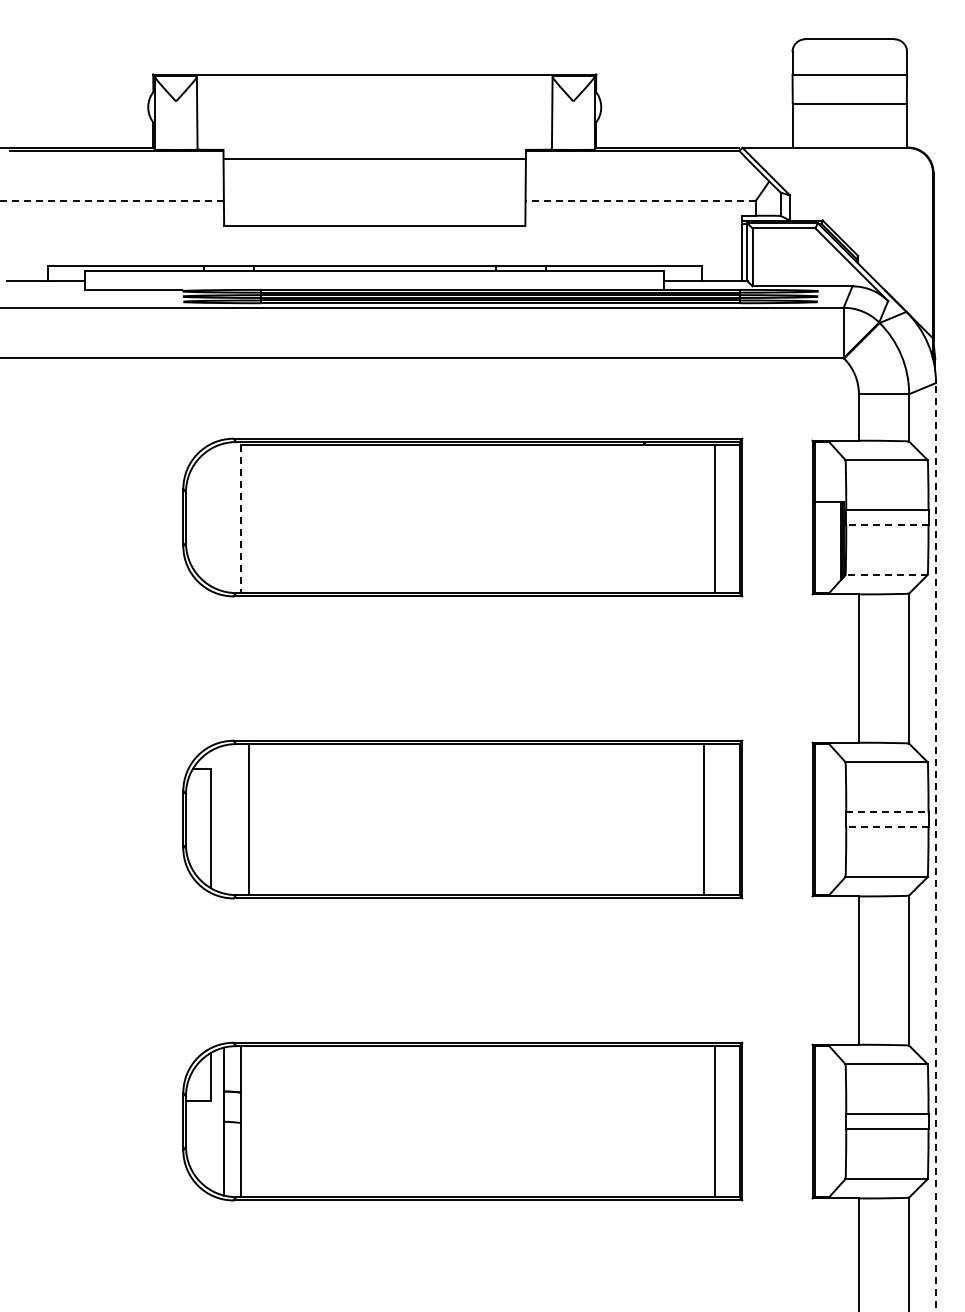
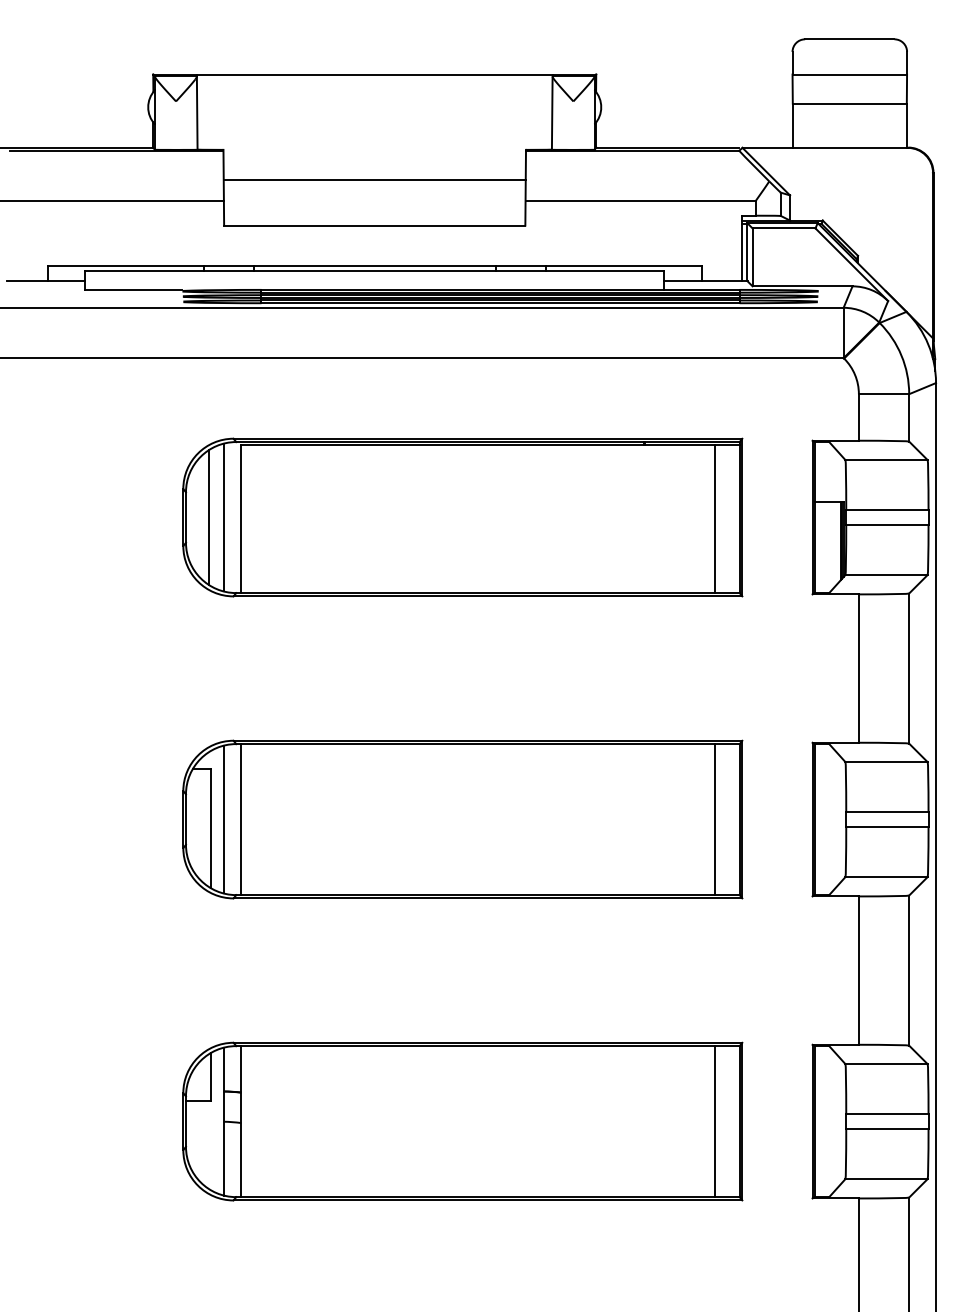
line at (374, 159) position: (374, 159) -> (374, 180)
line at (112, 201): dashed -> solid
line at (640, 201): dashed -> solid
line at (208, 517): none -> present
line at (223, 517): none -> present
line at (241, 519): dashed -> solid
line at (886, 524): dashed -> solid
line at (886, 575): dashed -> solid
line at (887, 812): dashed -> solid
line at (223, 819): none -> present
line at (249, 819) position: (249, 819) -> (241, 819)
line at (703, 819) position: (703, 819) -> (714, 819)
line at (886, 826): dashed -> solid
line at (936, 846): dashed -> solid
